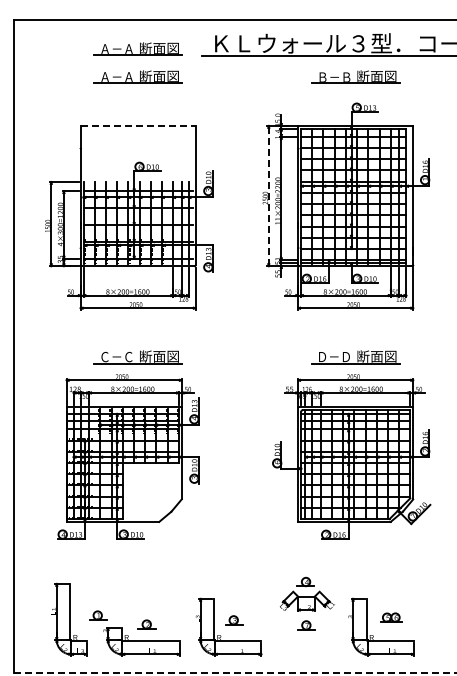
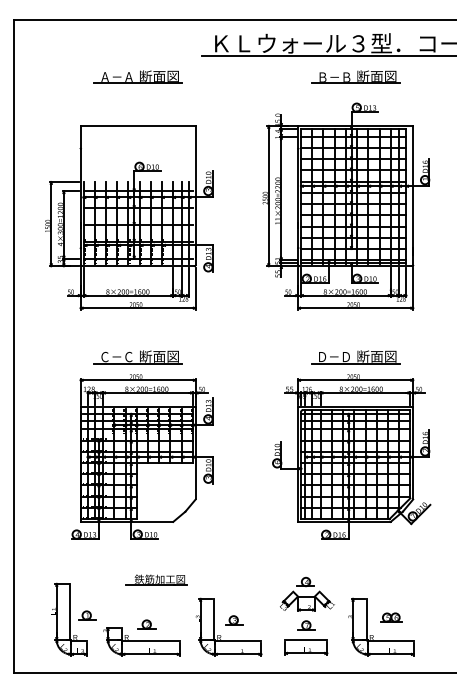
part at (137, 48): present -> none
line at (138, 125): dashed -> solid
line at (268, 195): dashed -> solid
part at (128, 456) position: (128, 456) -> (142, 456)
part at (156, 579): none -> present
part at (98, 615) position: (98, 615) -> (87, 615)
part at (306, 647): none -> present
line at (235, 672): dashed -> solid
